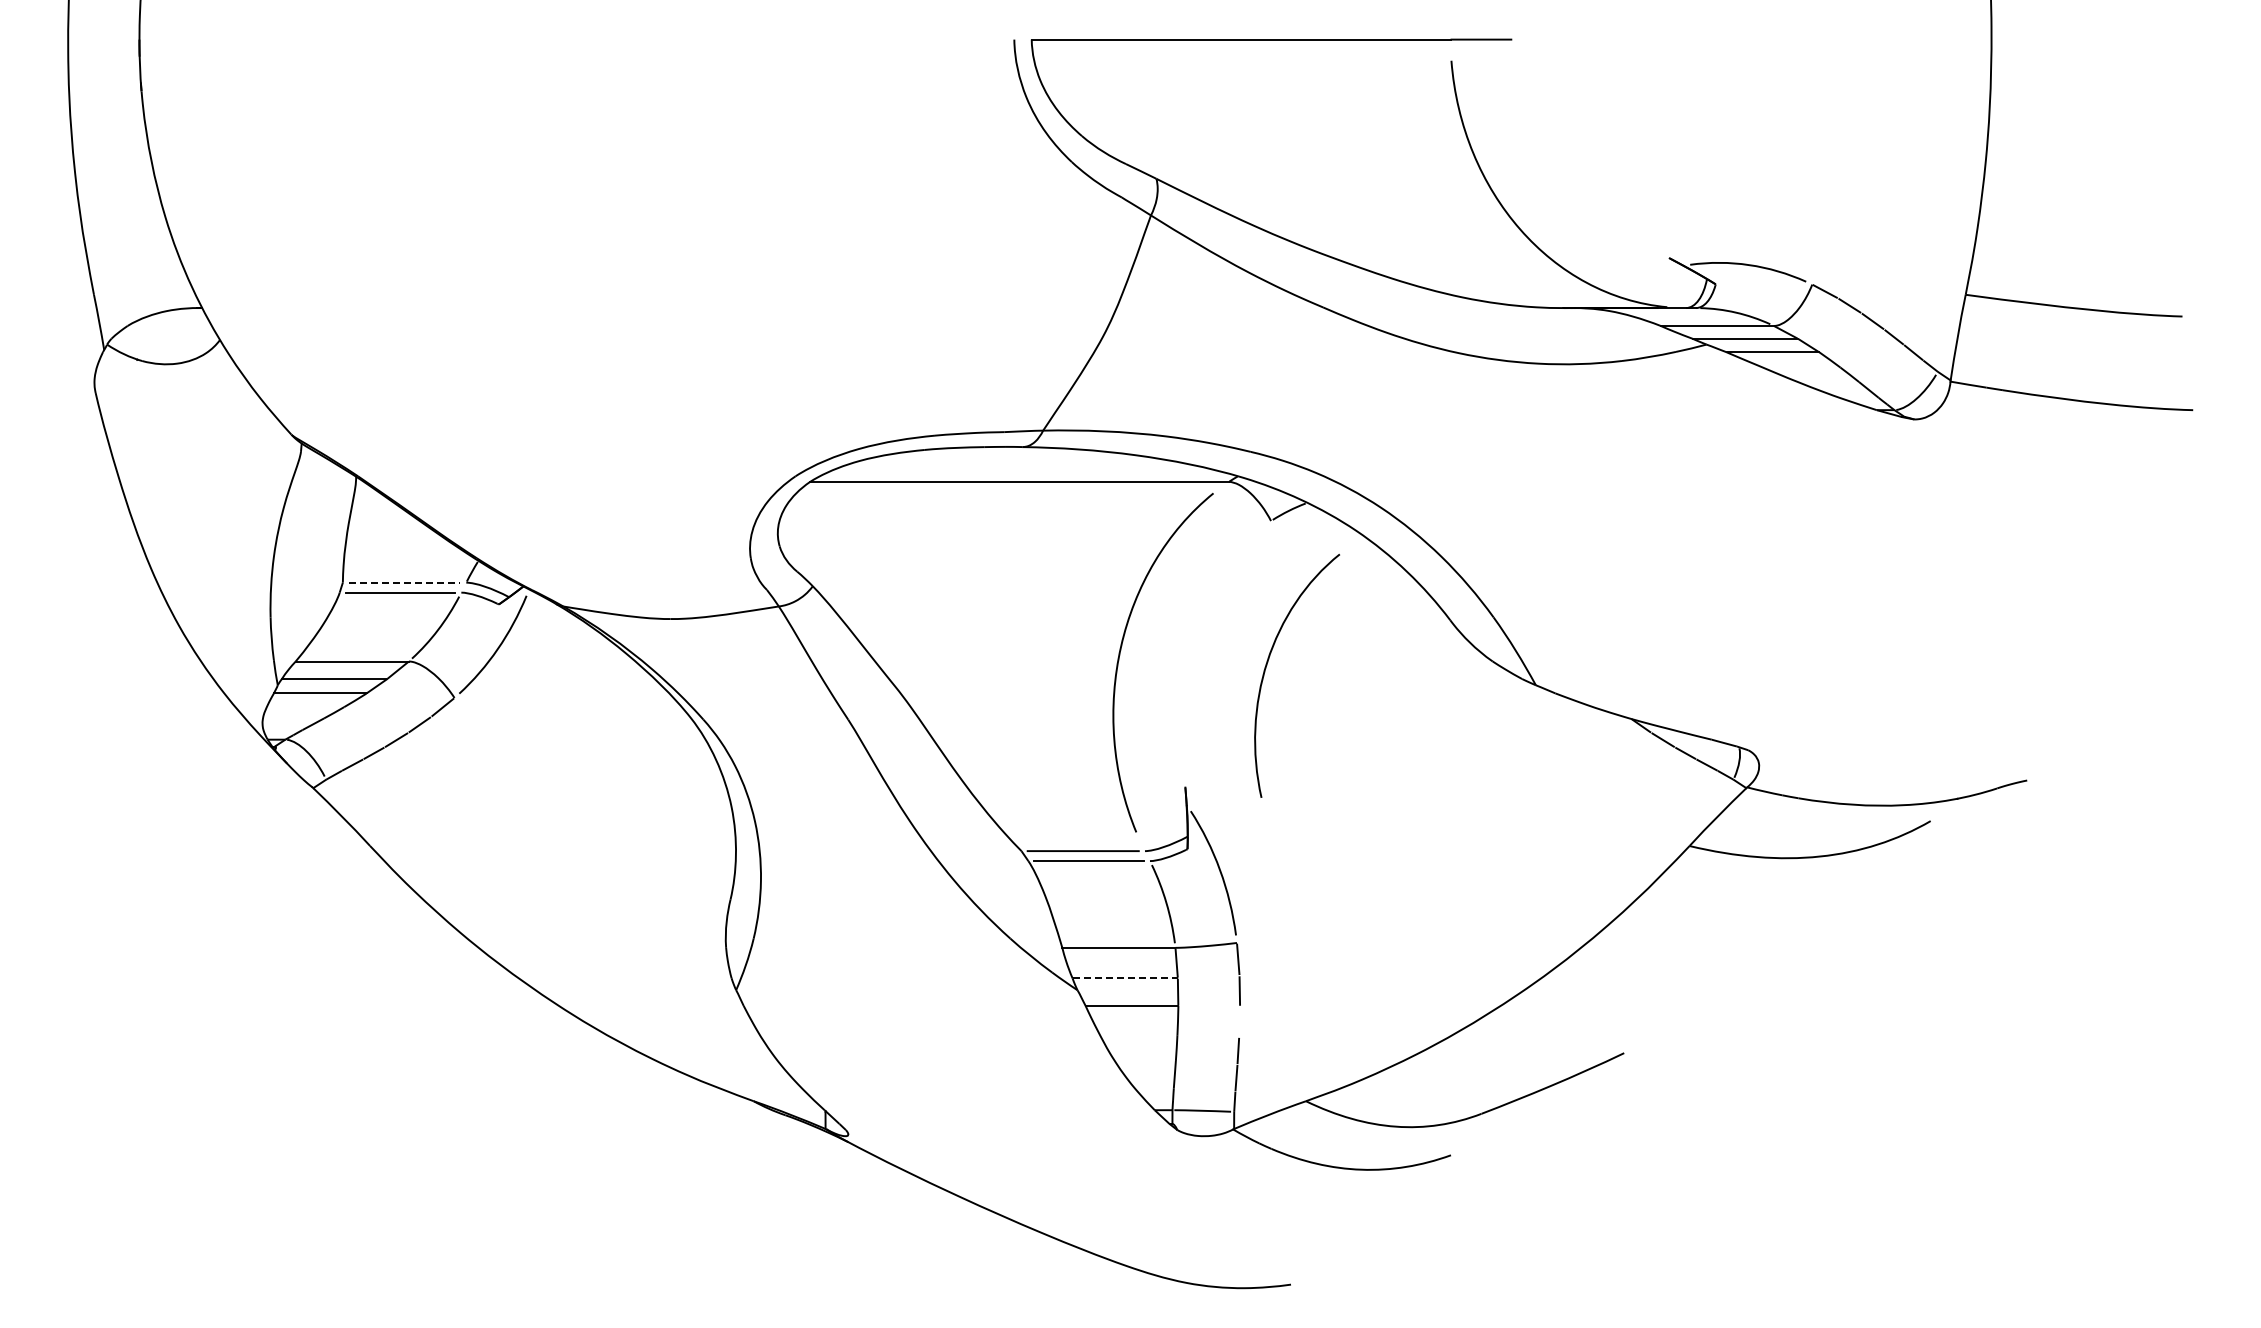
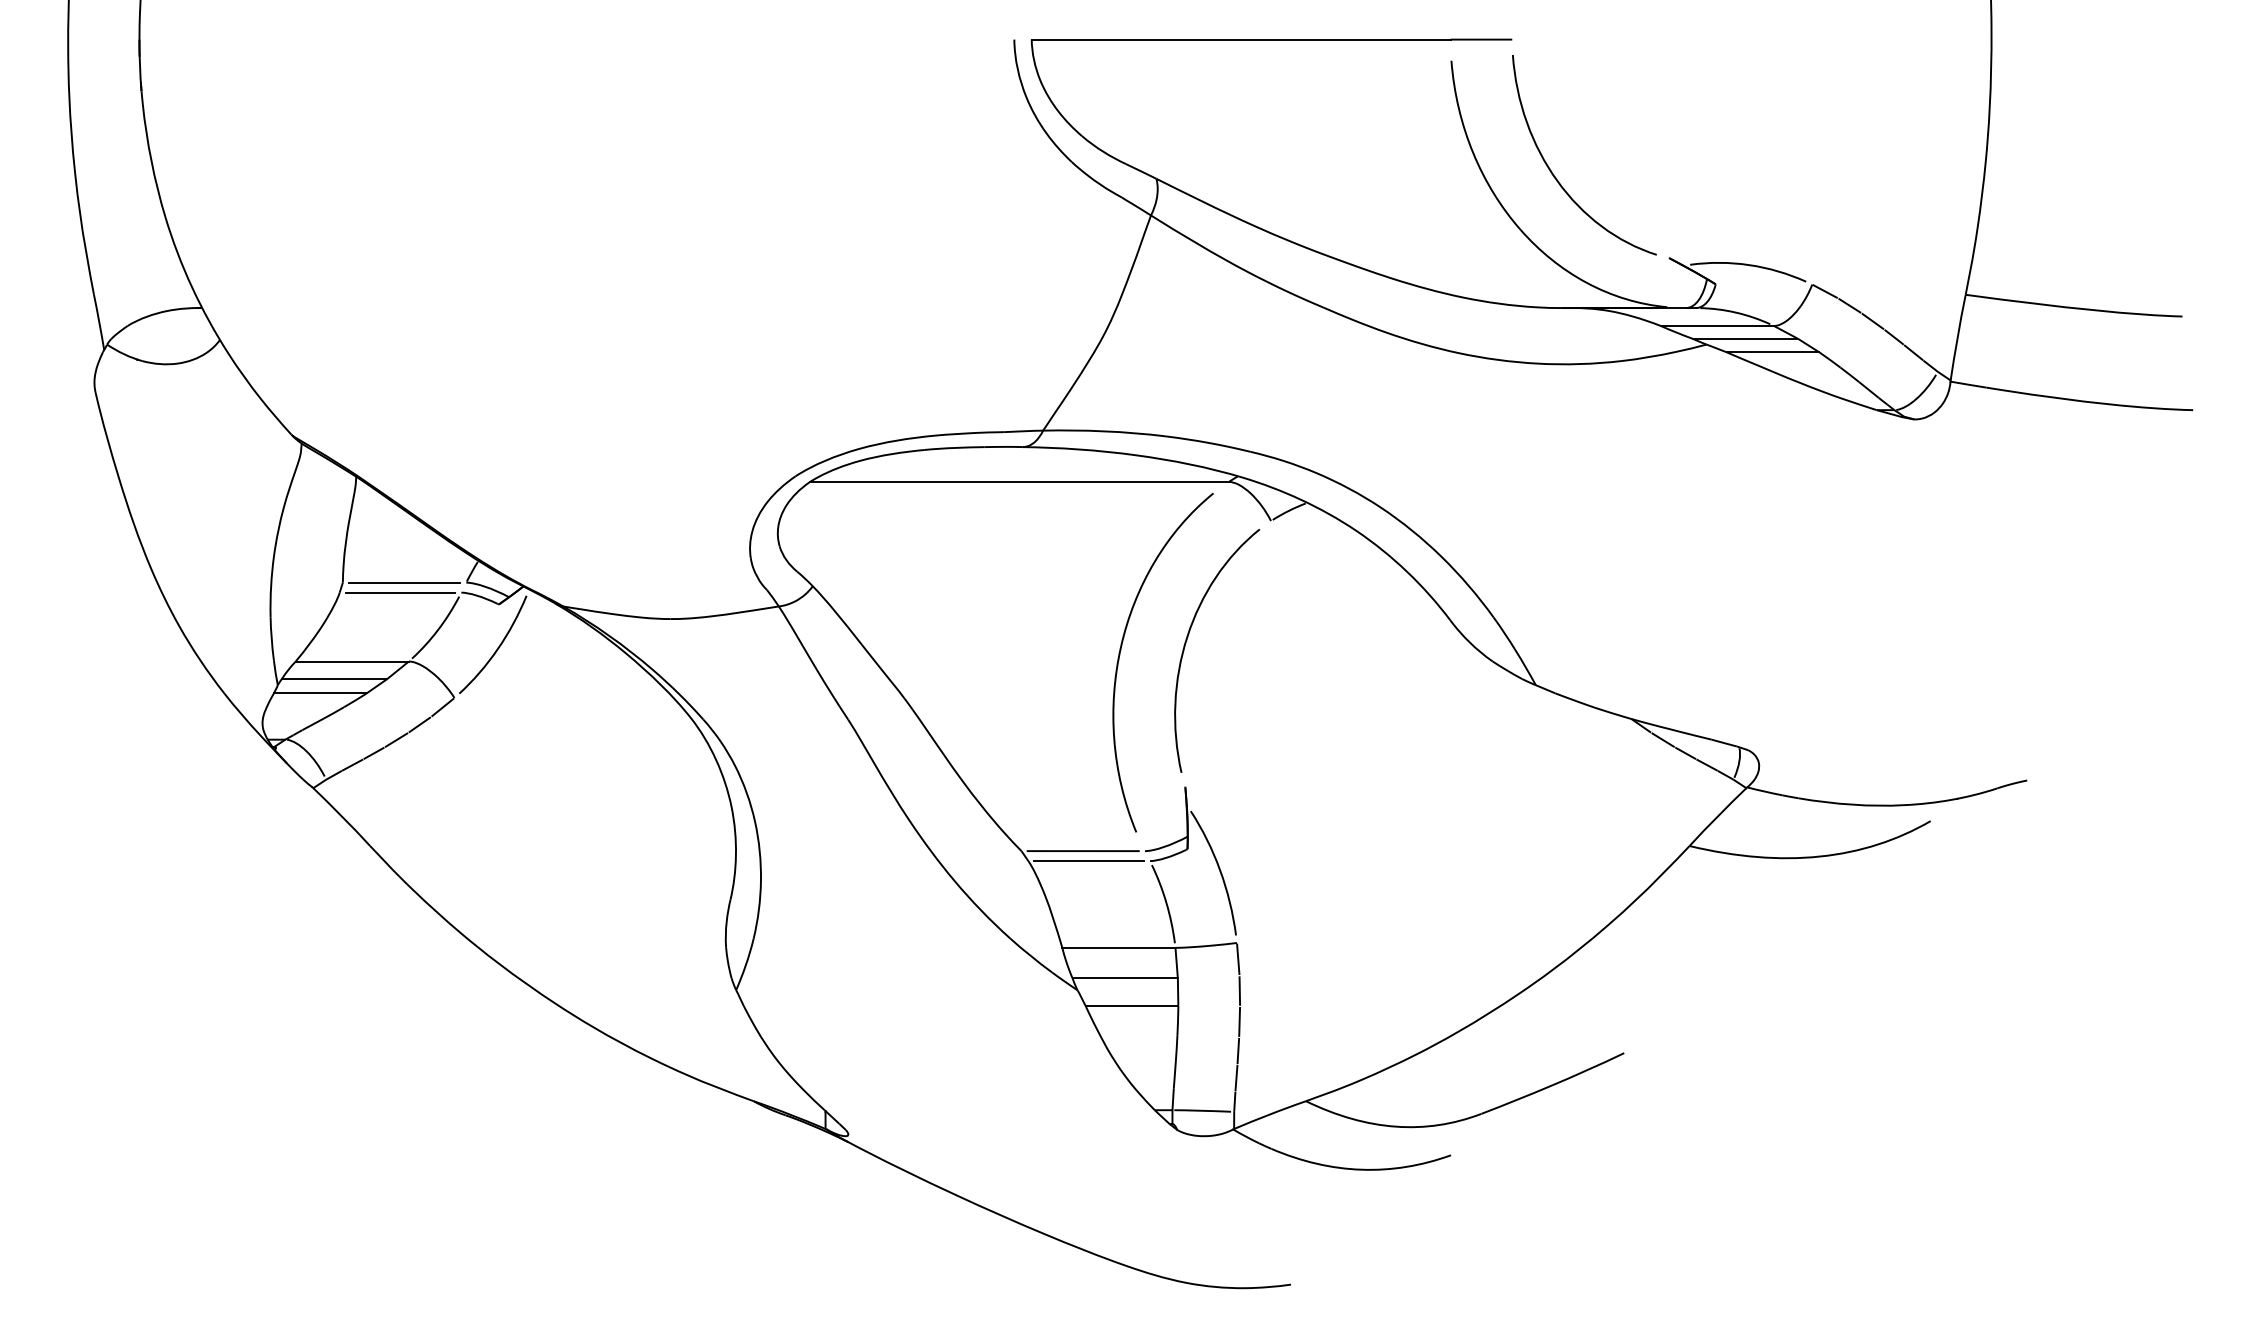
curve at (1556, 177): none -> present
line at (404, 582): dashed -> solid
curve at (1267, 665) position: (1267, 665) -> (1187, 640)
line at (1125, 978): dashed -> solid
line at (1239, 1021): none -> present
